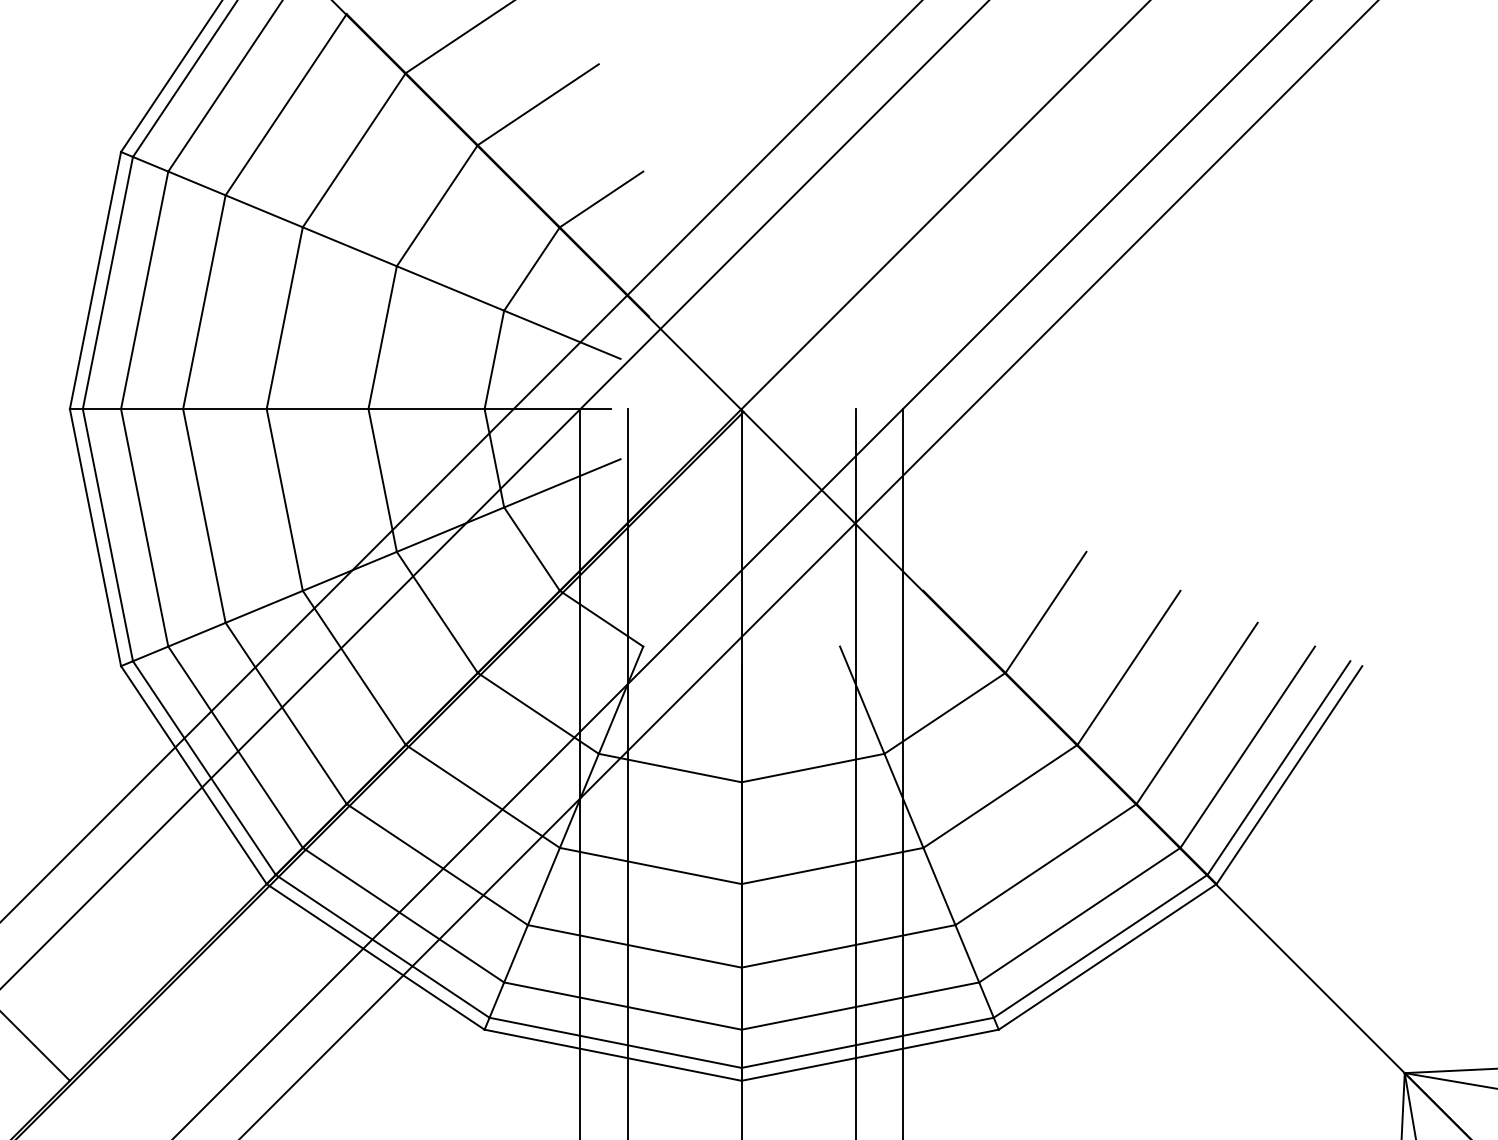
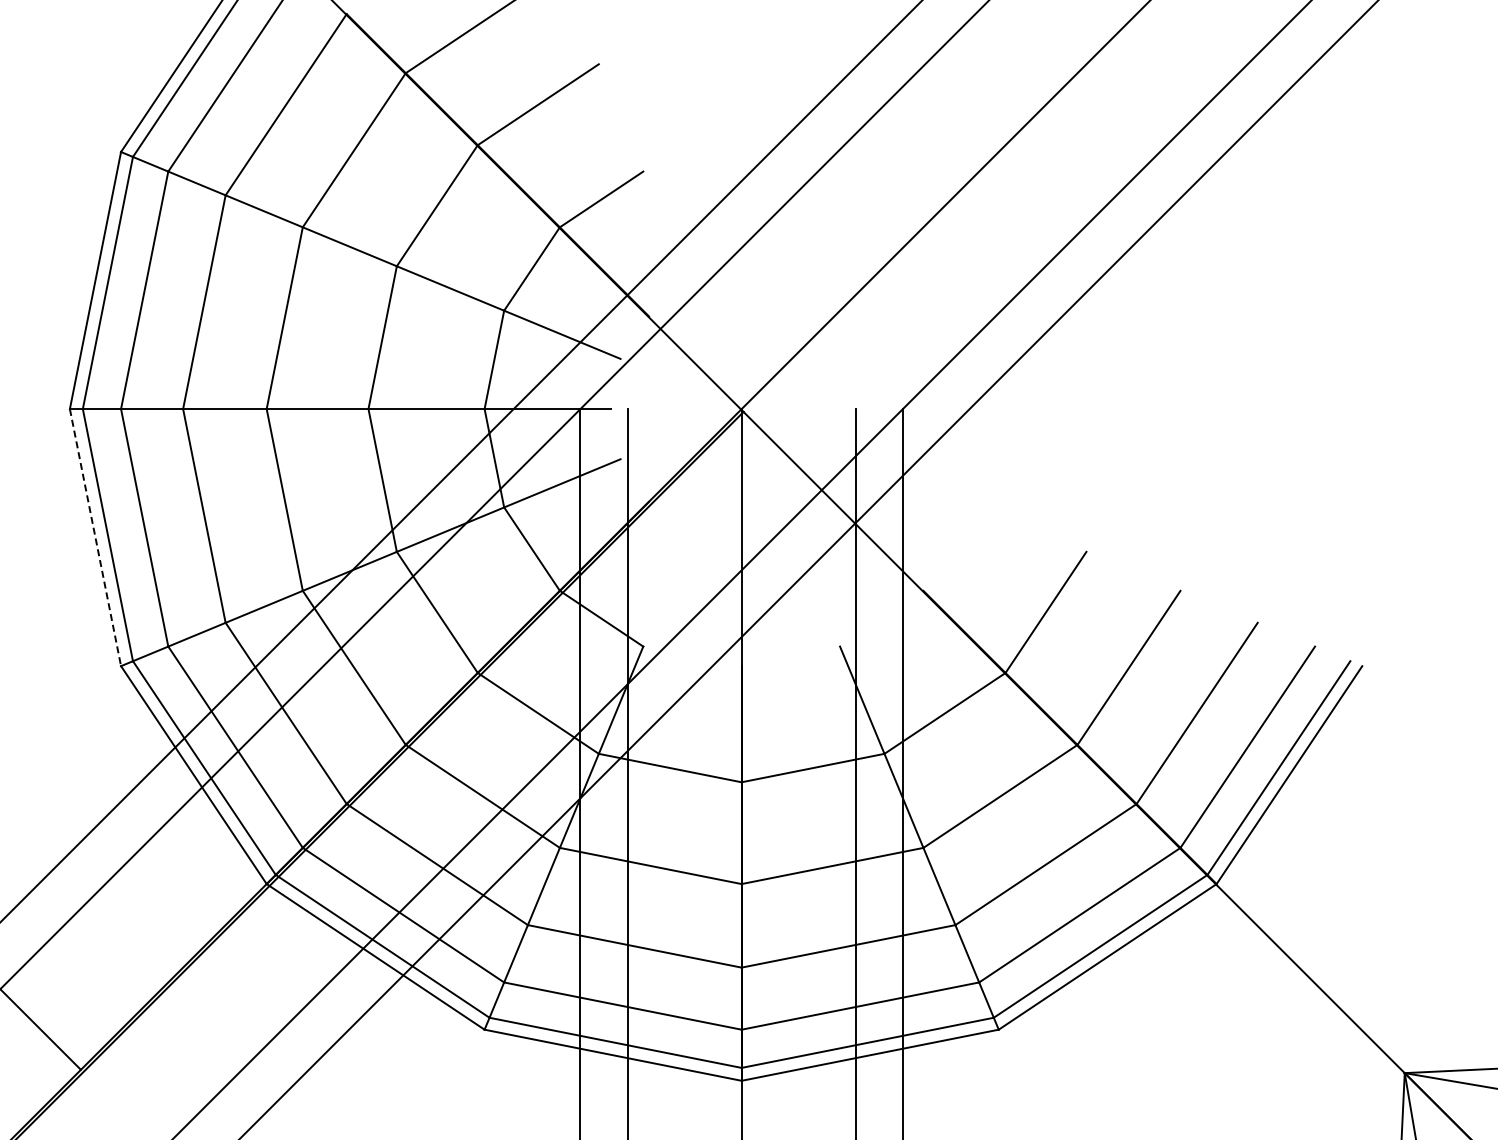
line at (95, 538): solid -> dashed
line at (35, 1046) position: (35, 1046) -> (41, 1030)
